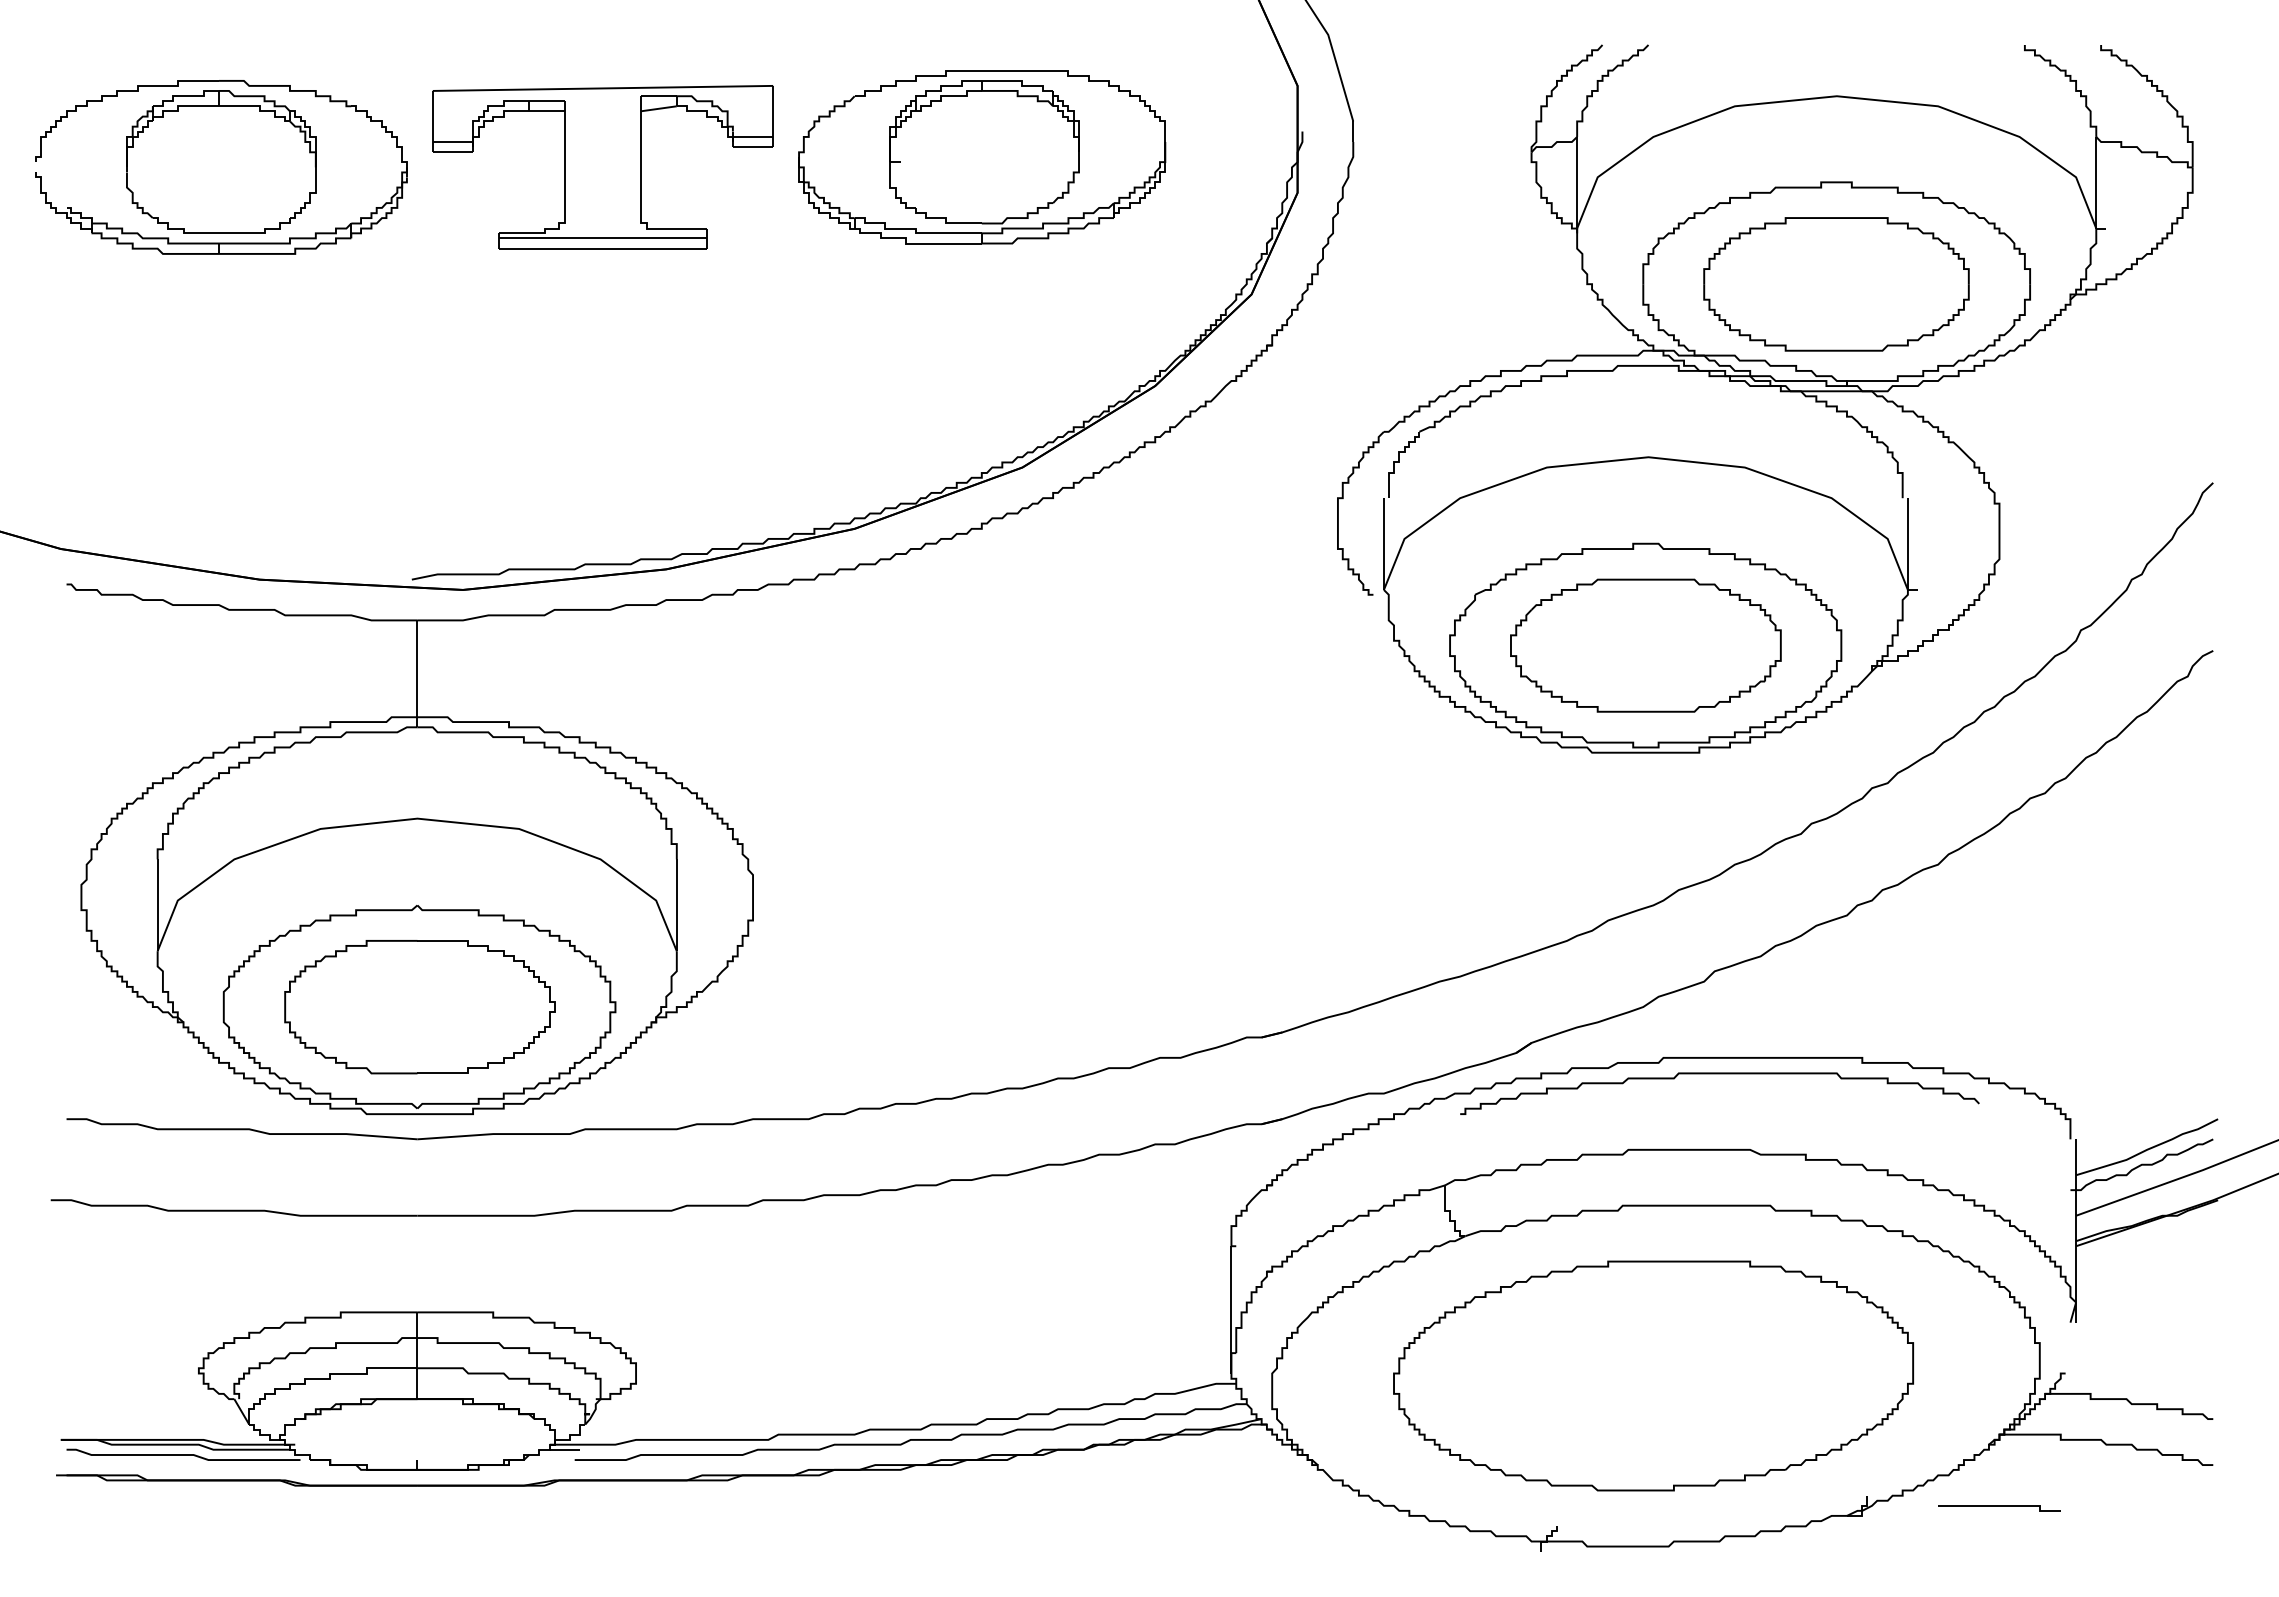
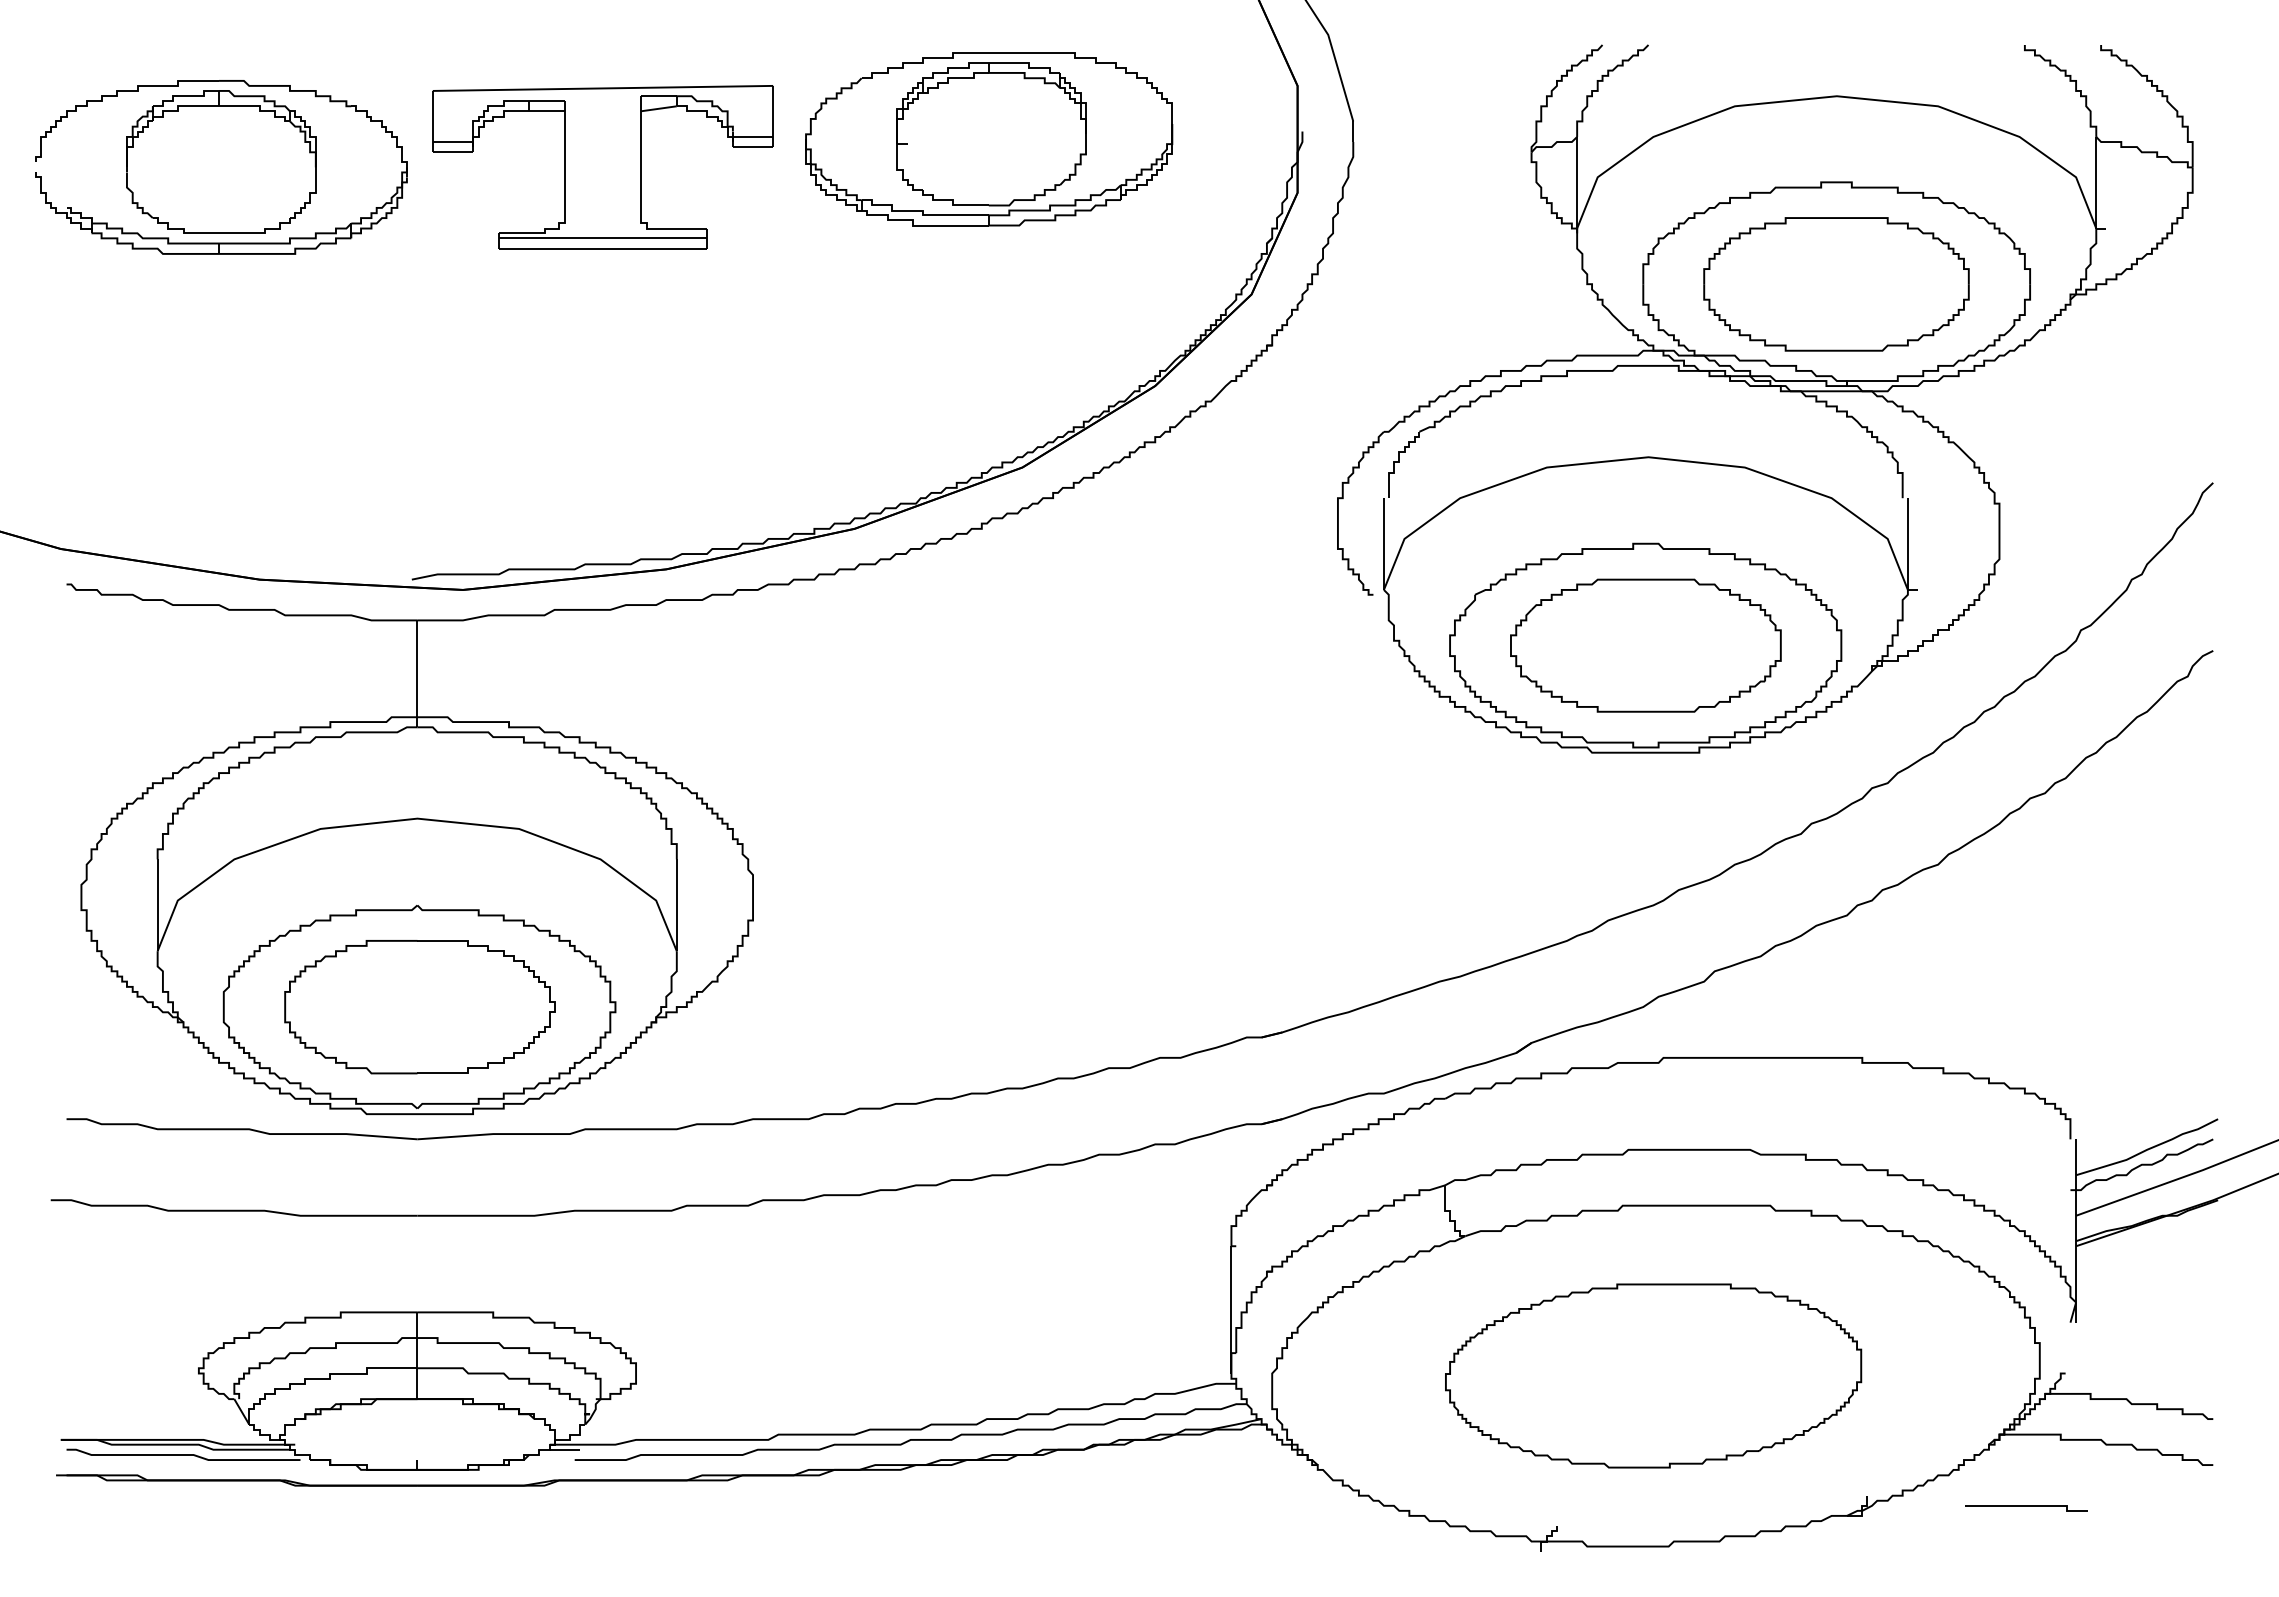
part at (982, 157) position: (982, 157) -> (989, 139)
curve at (1719, 1074): present -> none
part at (1653, 1375) size: 521x232 px -> 418x186 px
curve at (1999, 1506) position: (1999, 1506) -> (2026, 1506)
